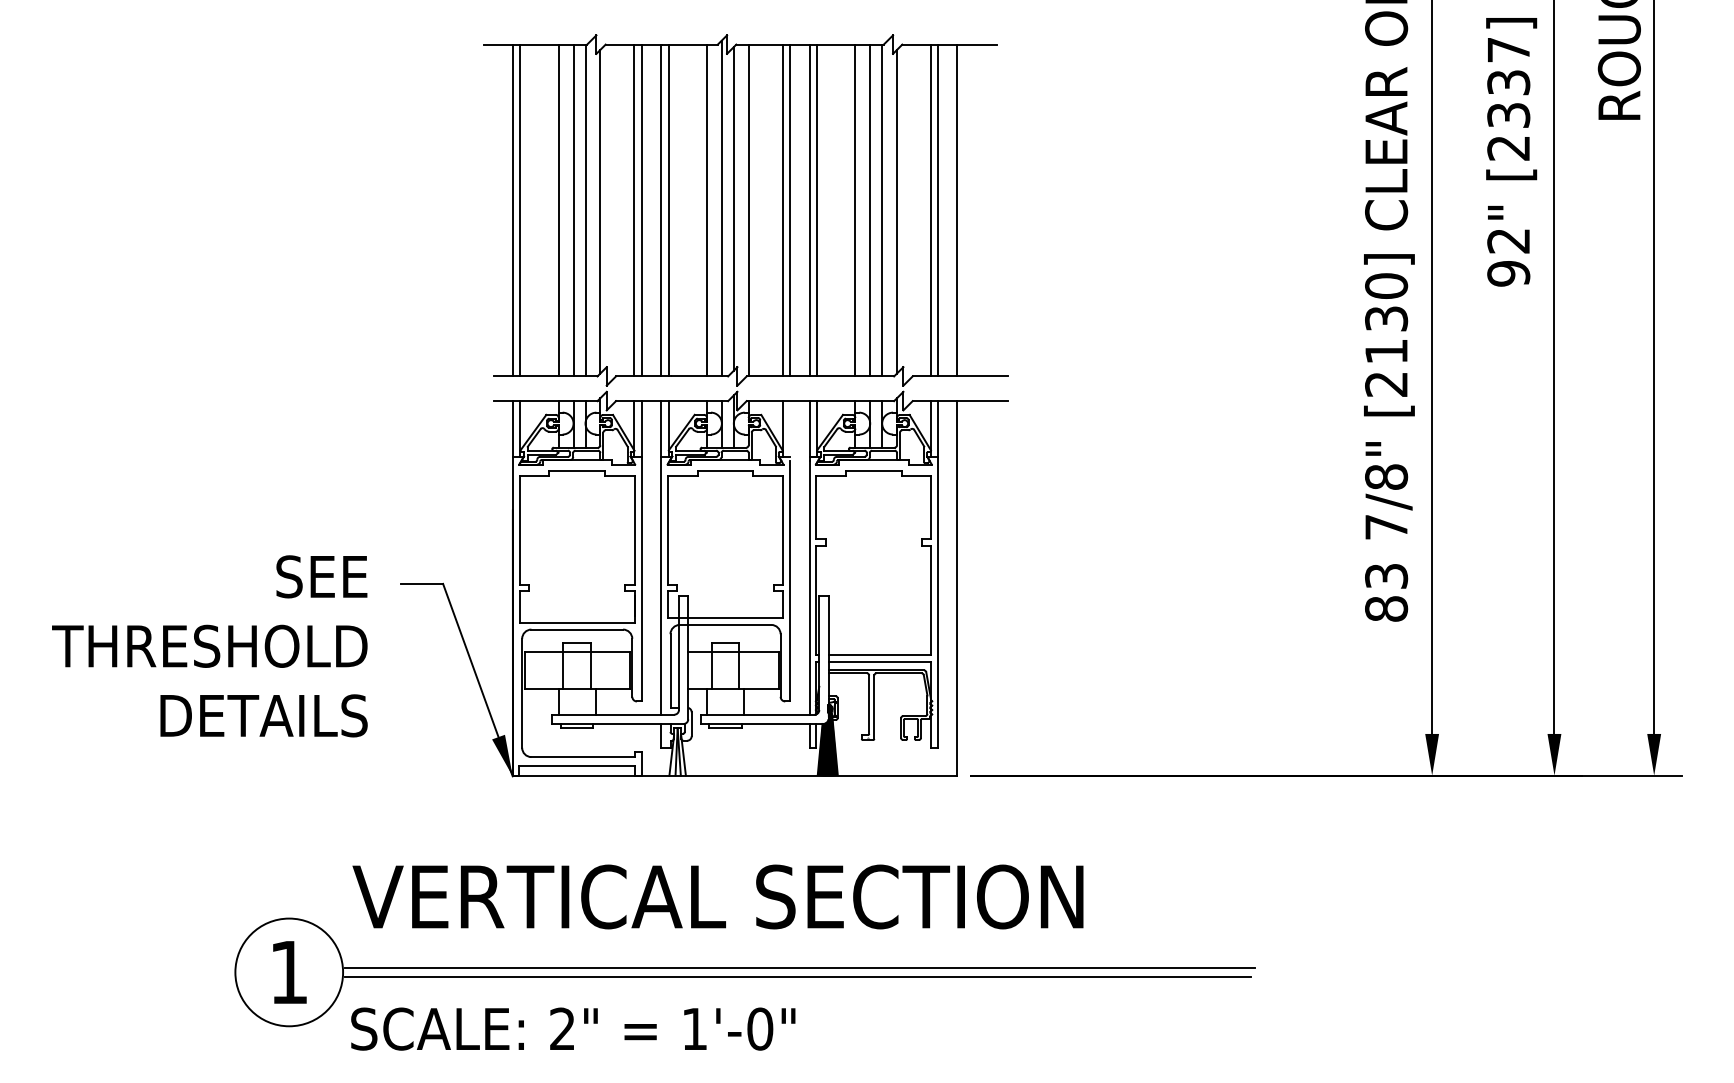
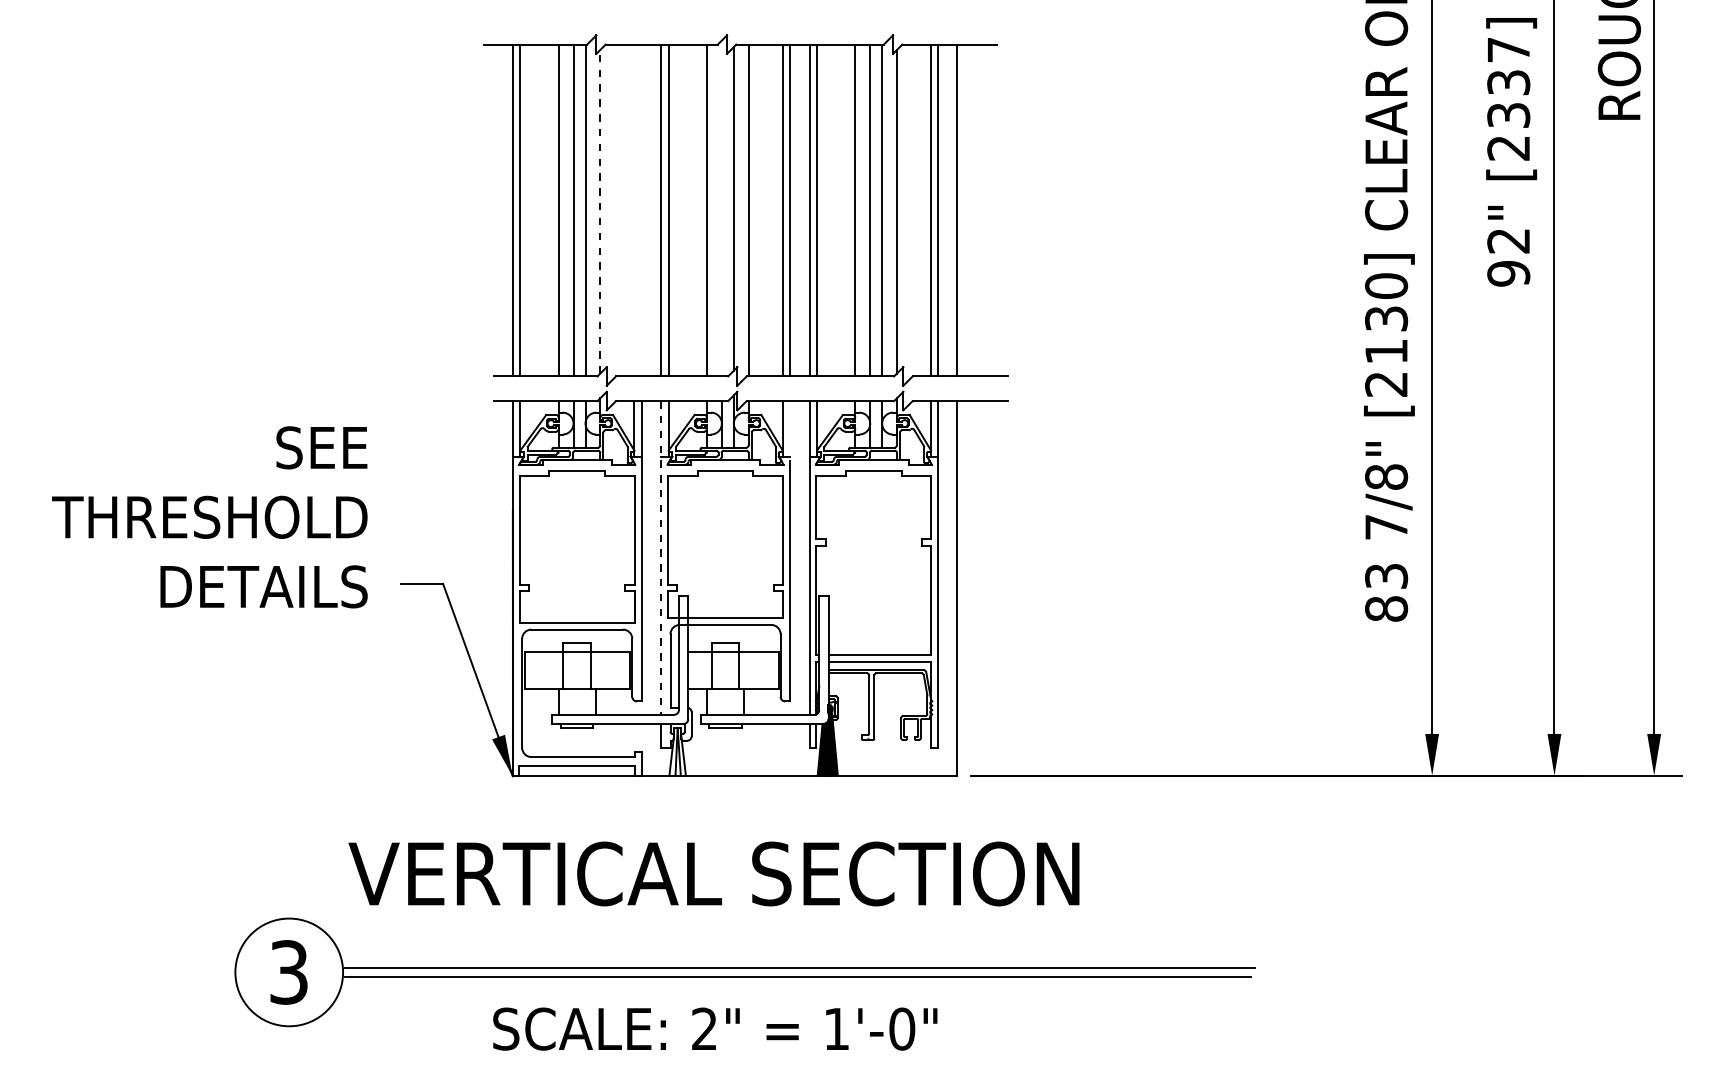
line at (721, 208): present -> none
line at (634, 210): present -> none
line at (641, 210): present -> none
line at (600, 211): solid -> dashed
line at (661, 557): solid -> dashed
text at (209, 646) position: (209, 646) -> (209, 517)
text at (717, 896) position: (717, 896) -> (713, 873)
text at (288, 972): 1 -> 3
text at (573, 1028) position: (573, 1028) -> (715, 1028)
